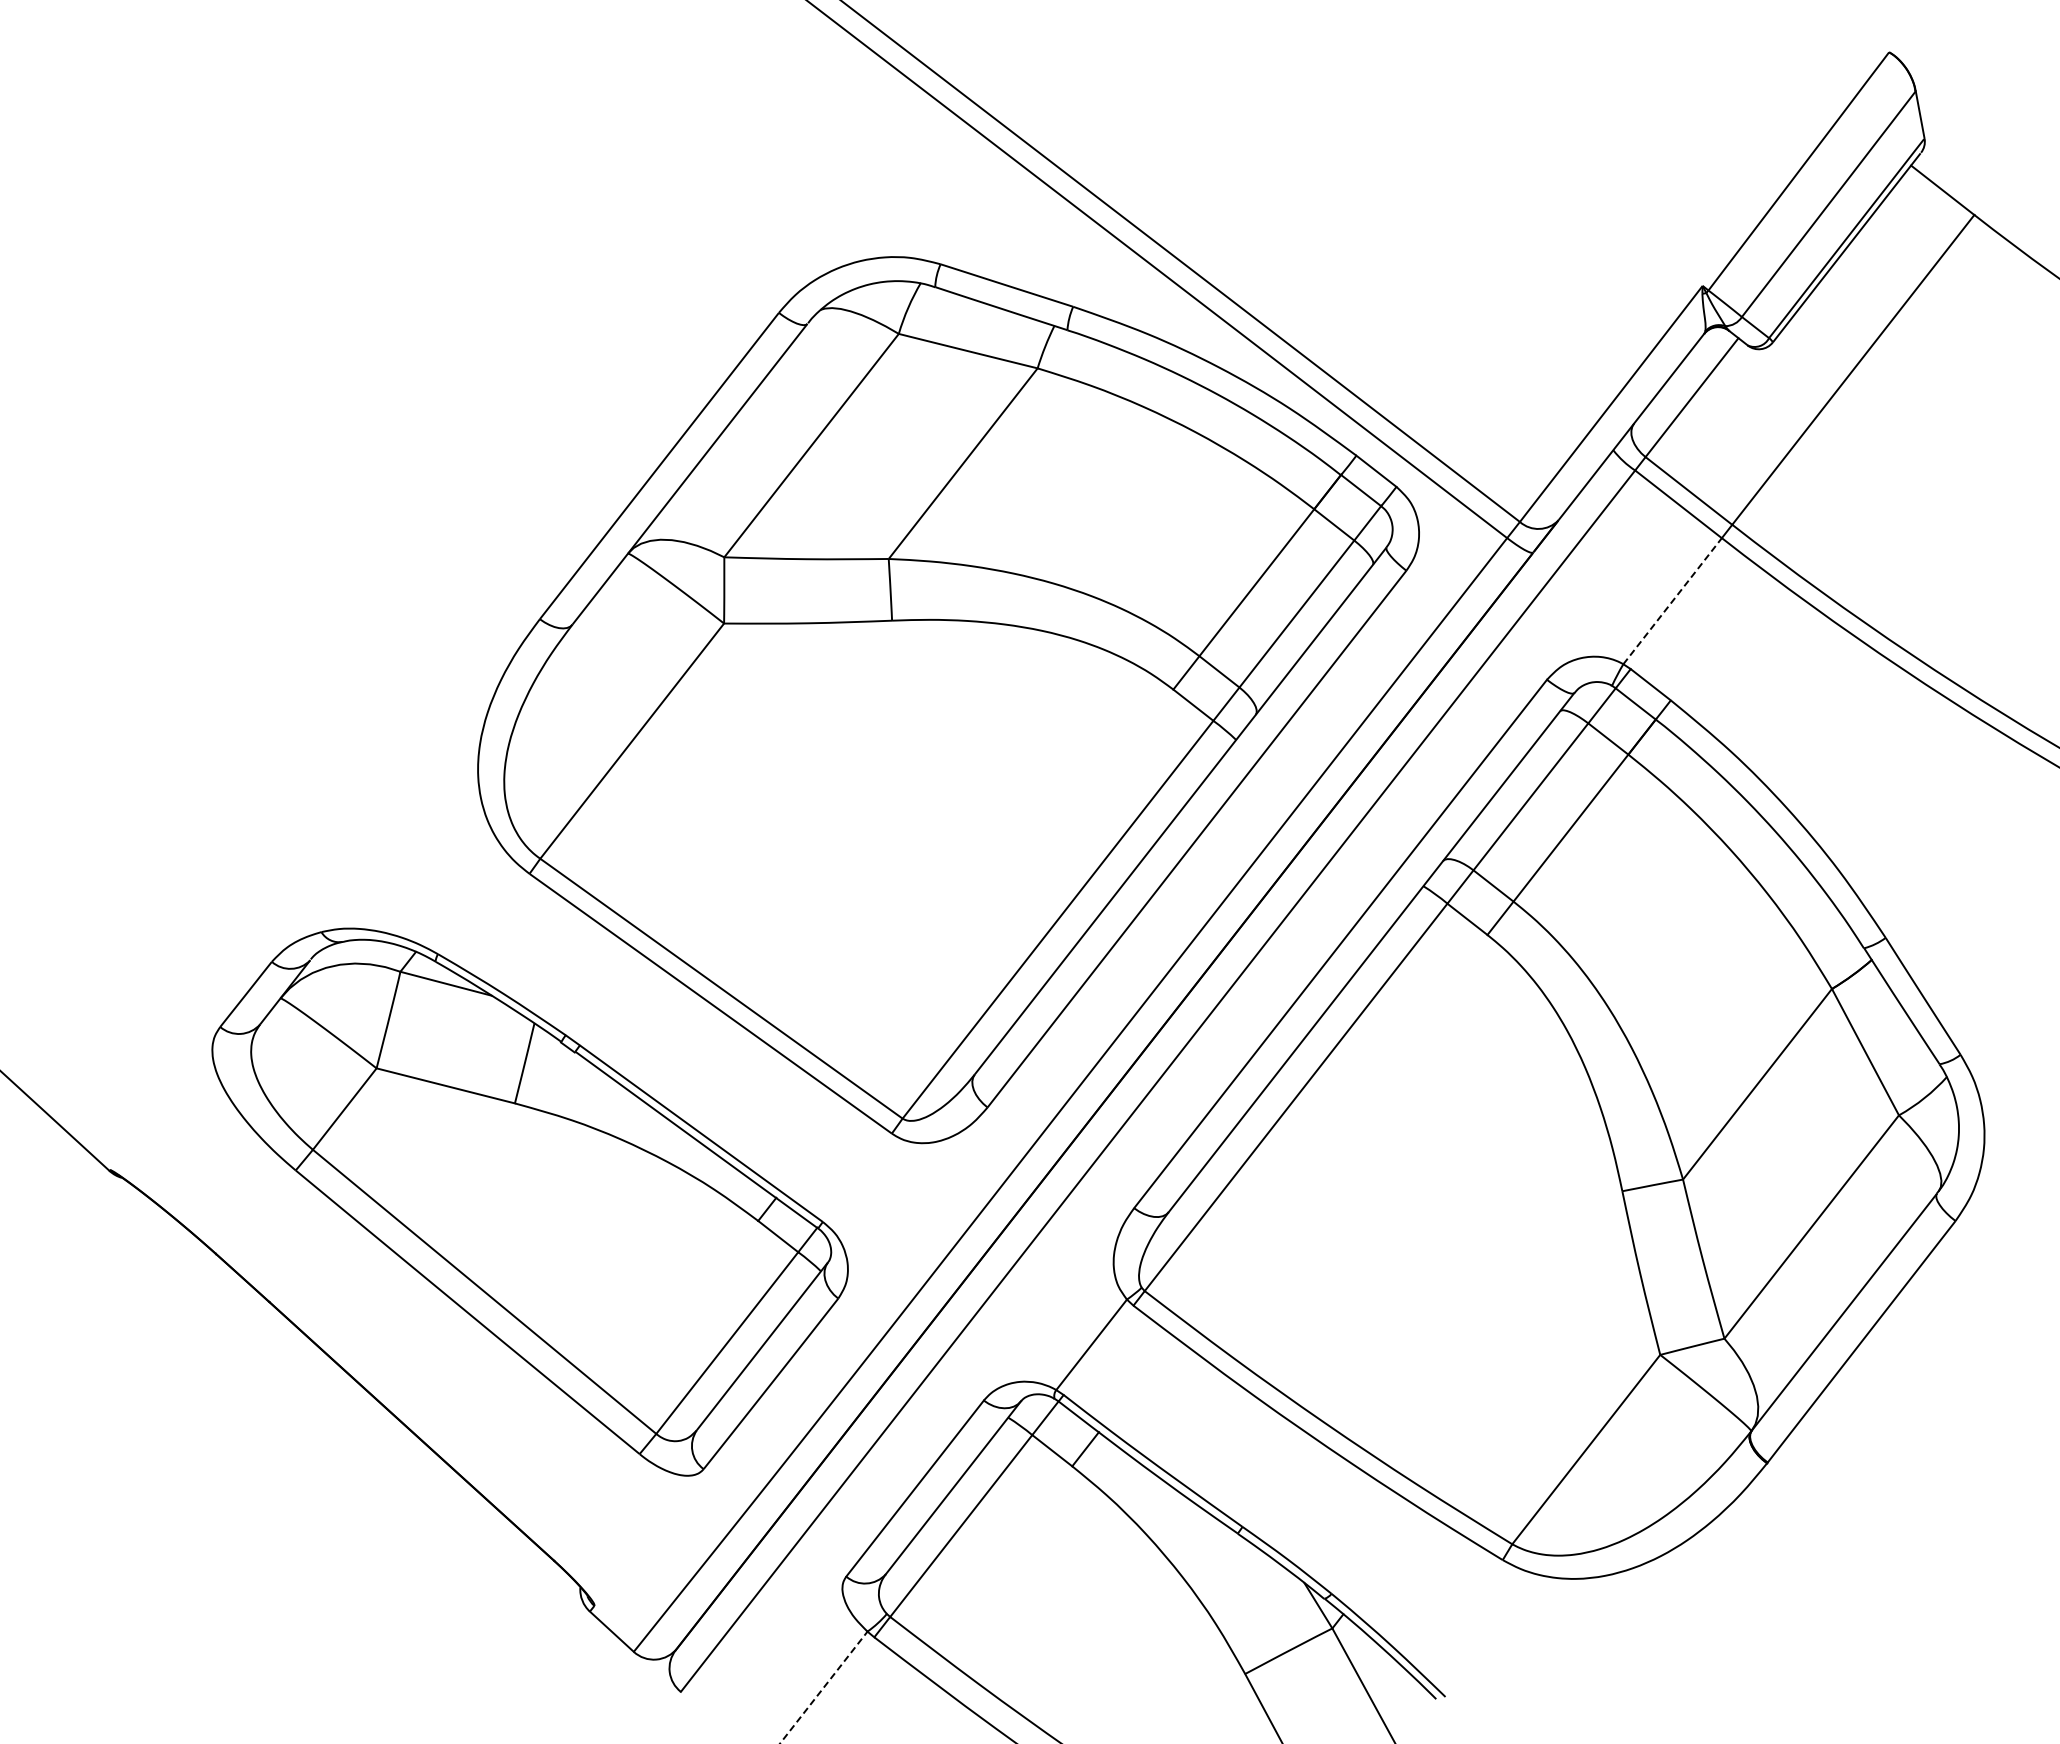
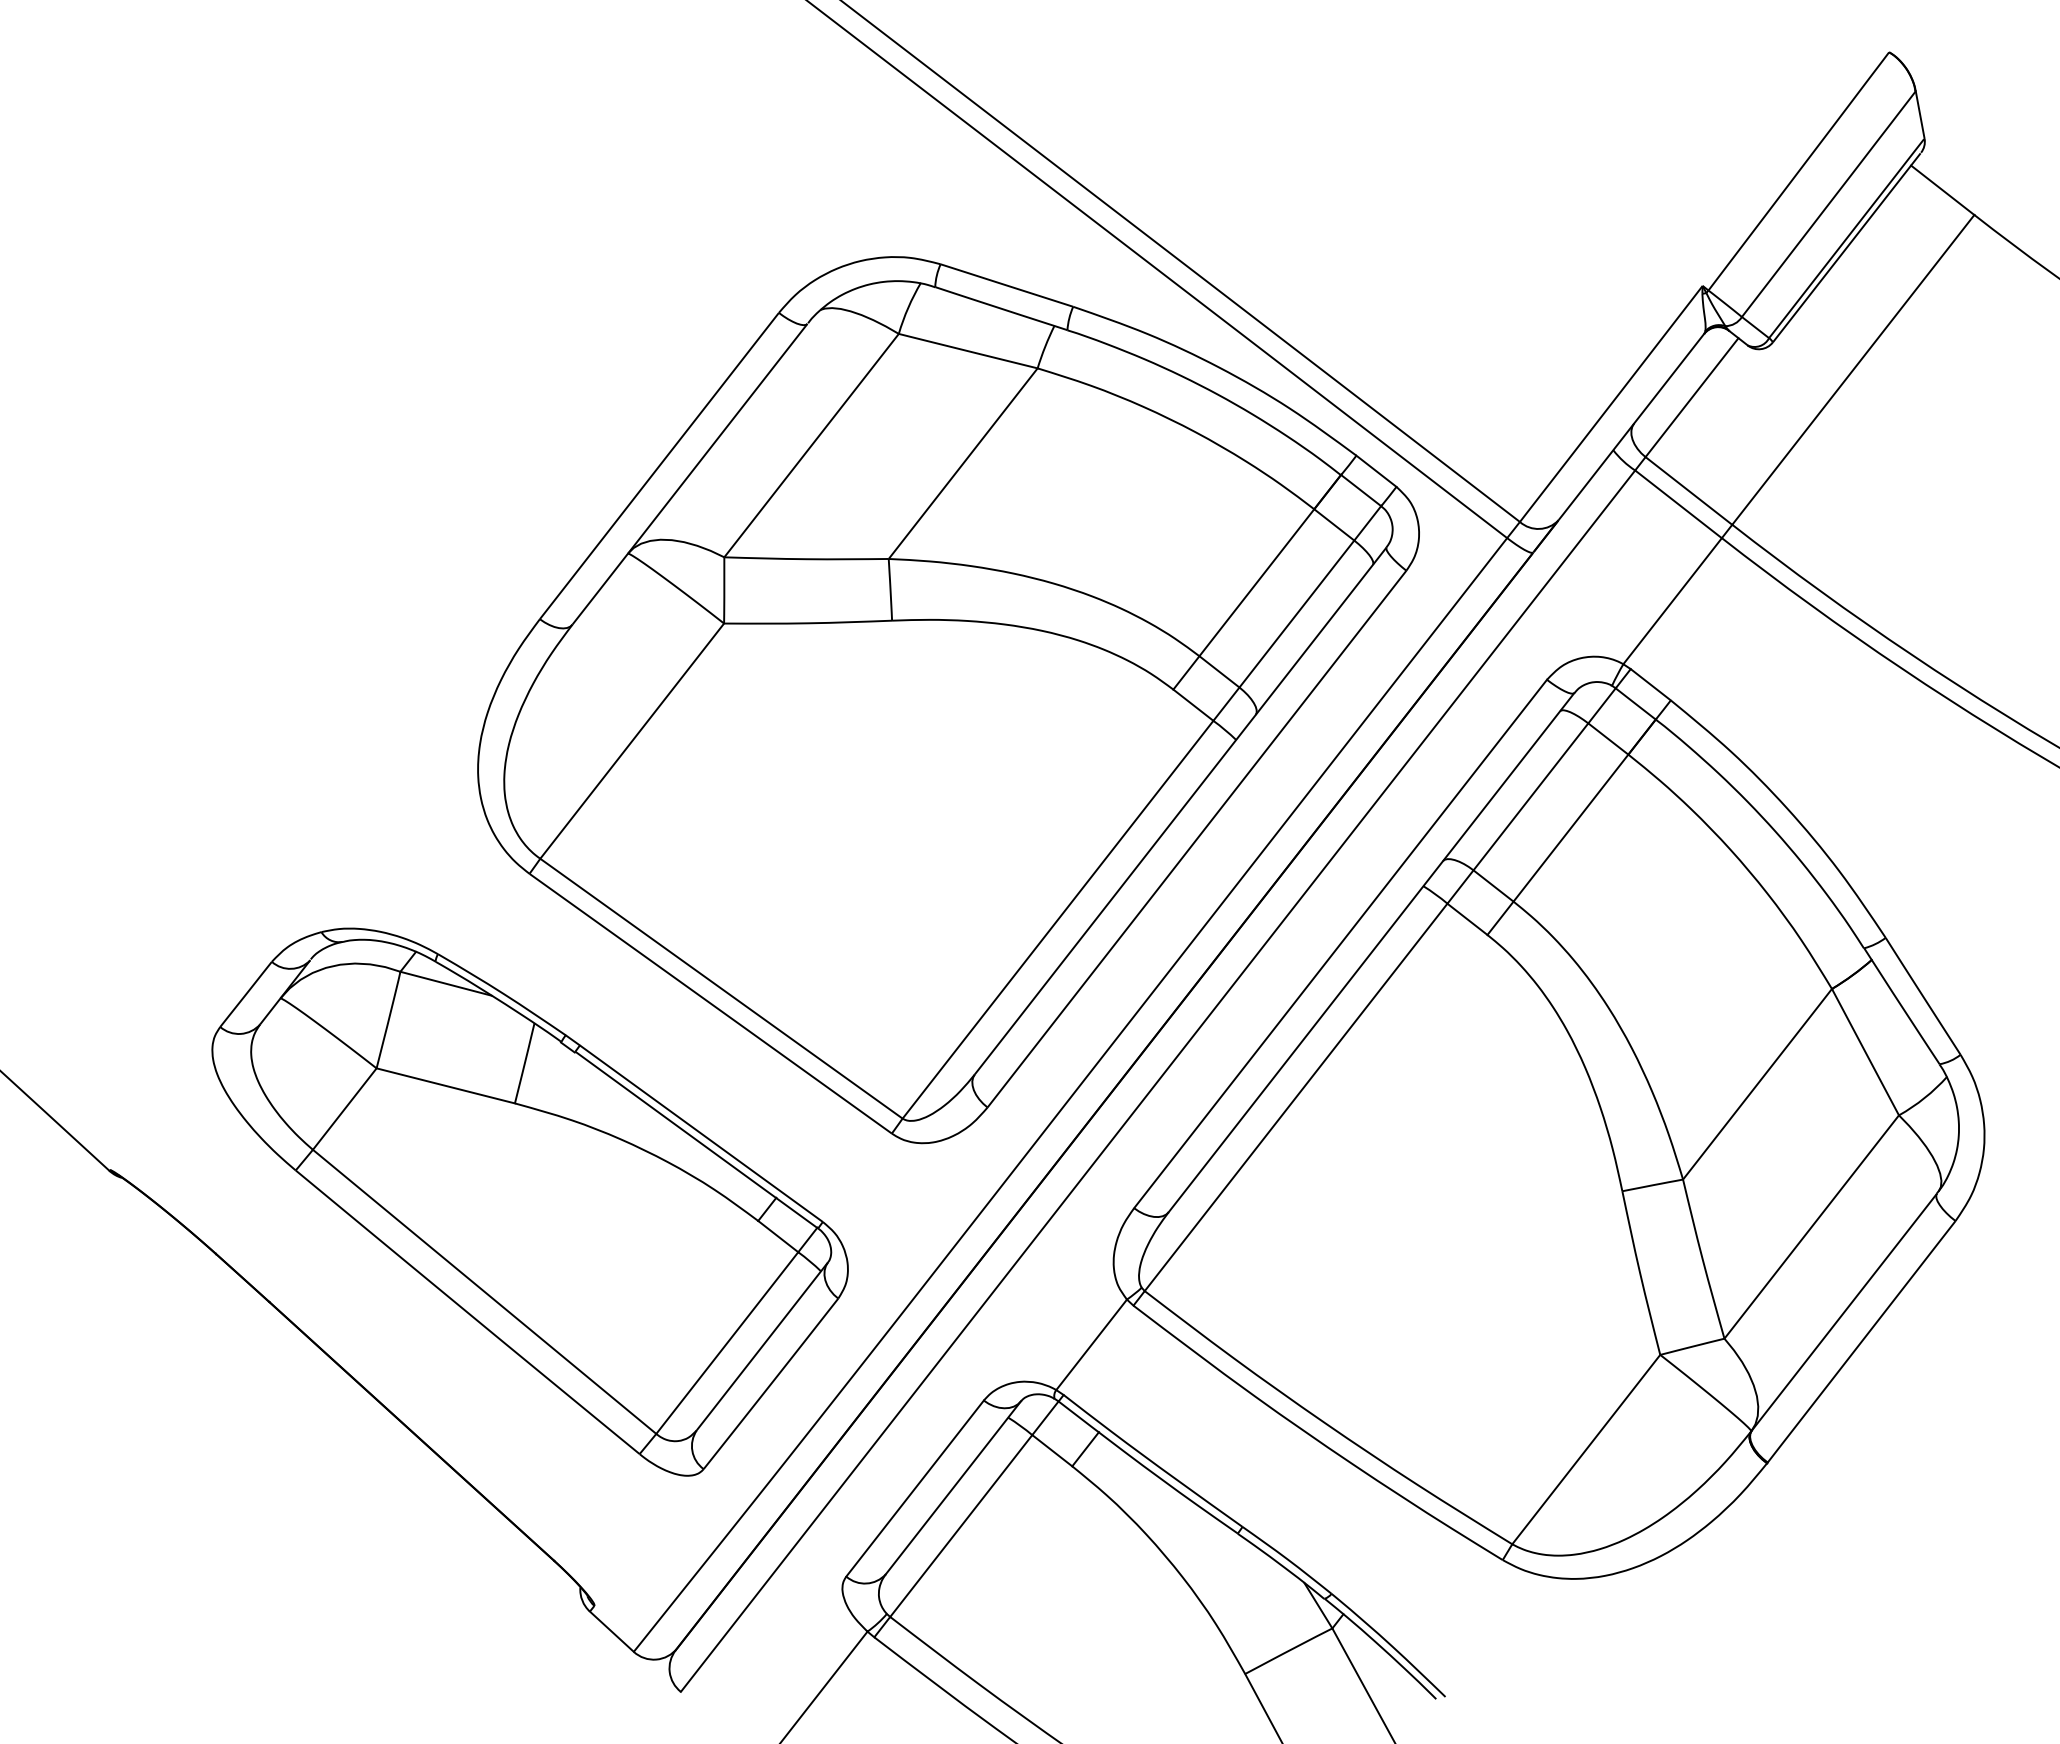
line at (1672, 601): dashed -> solid
line at (823, 1687): dashed -> solid
